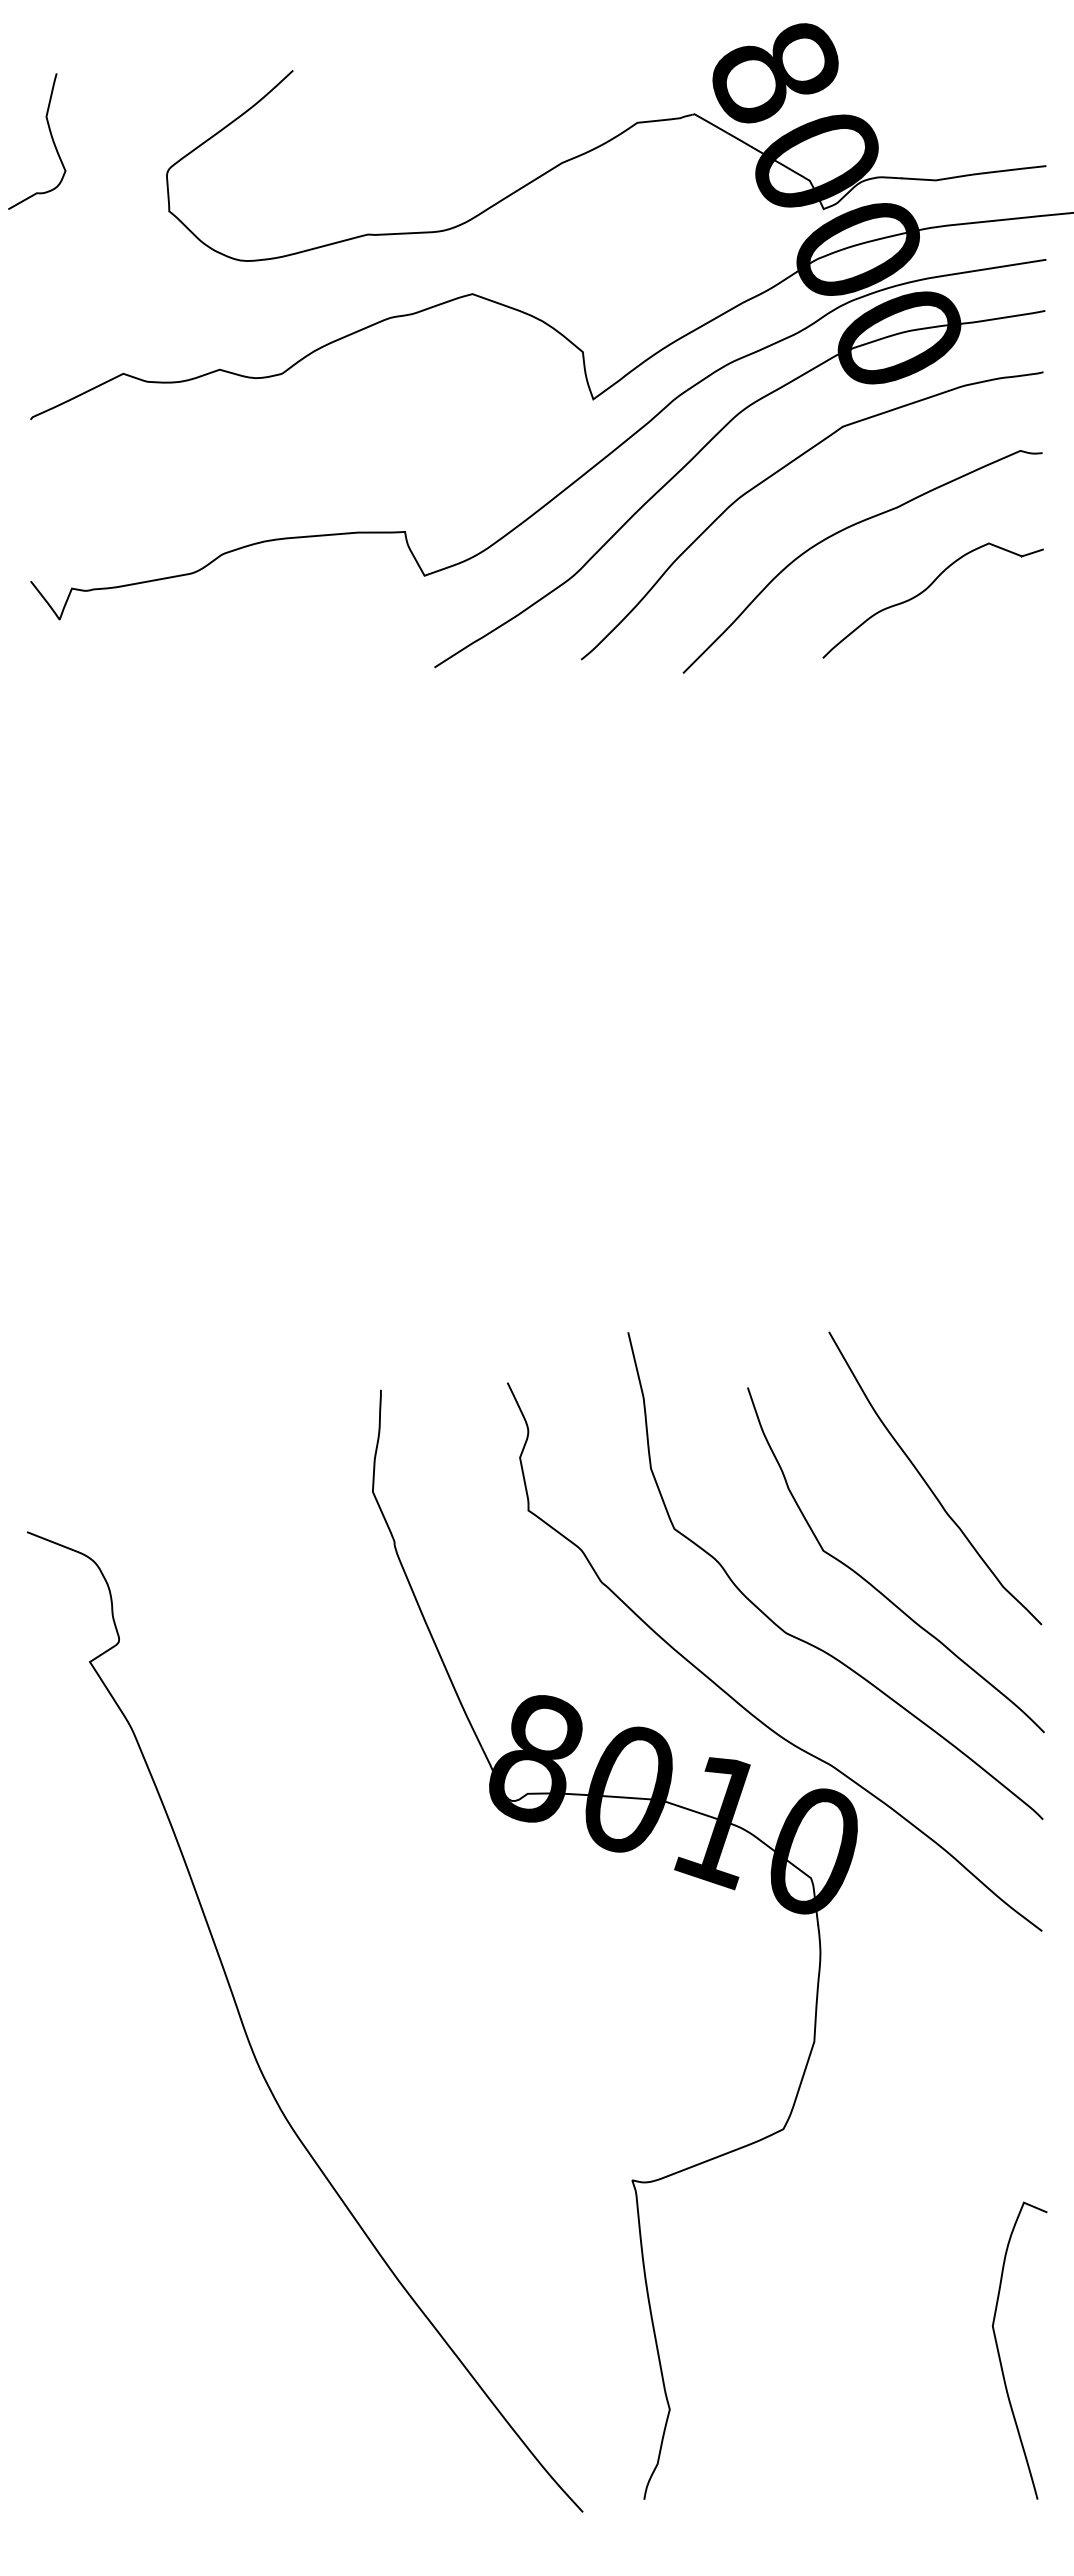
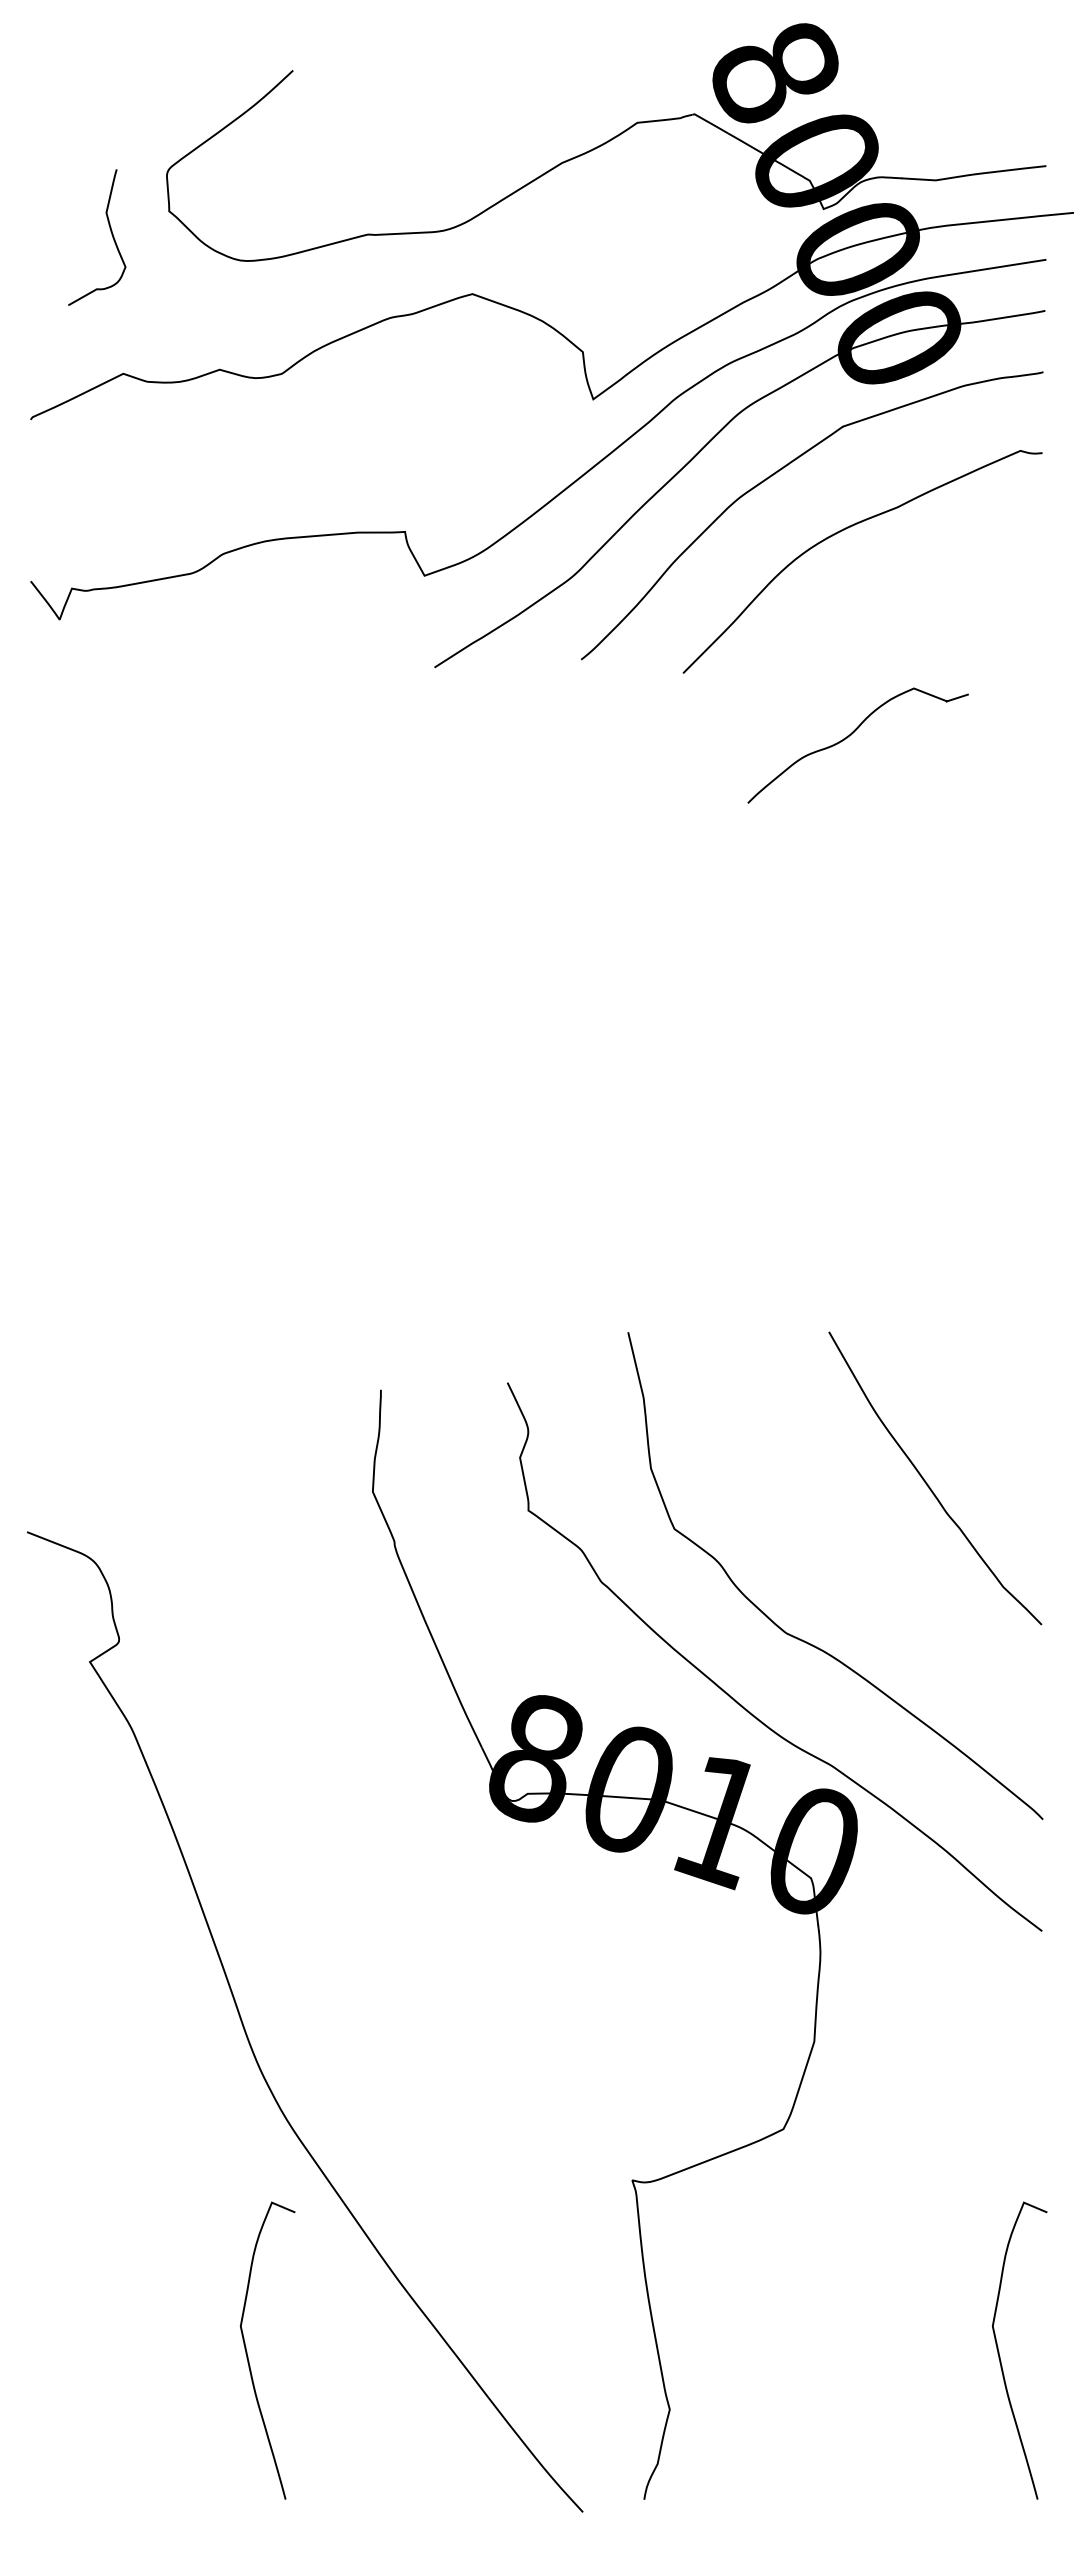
curve at (50, 136) position: (50, 136) -> (110, 232)
curve at (926, 590) position: (926, 590) -> (851, 735)
curve at (871, 1583): present -> none
curve at (248, 2356): none -> present
